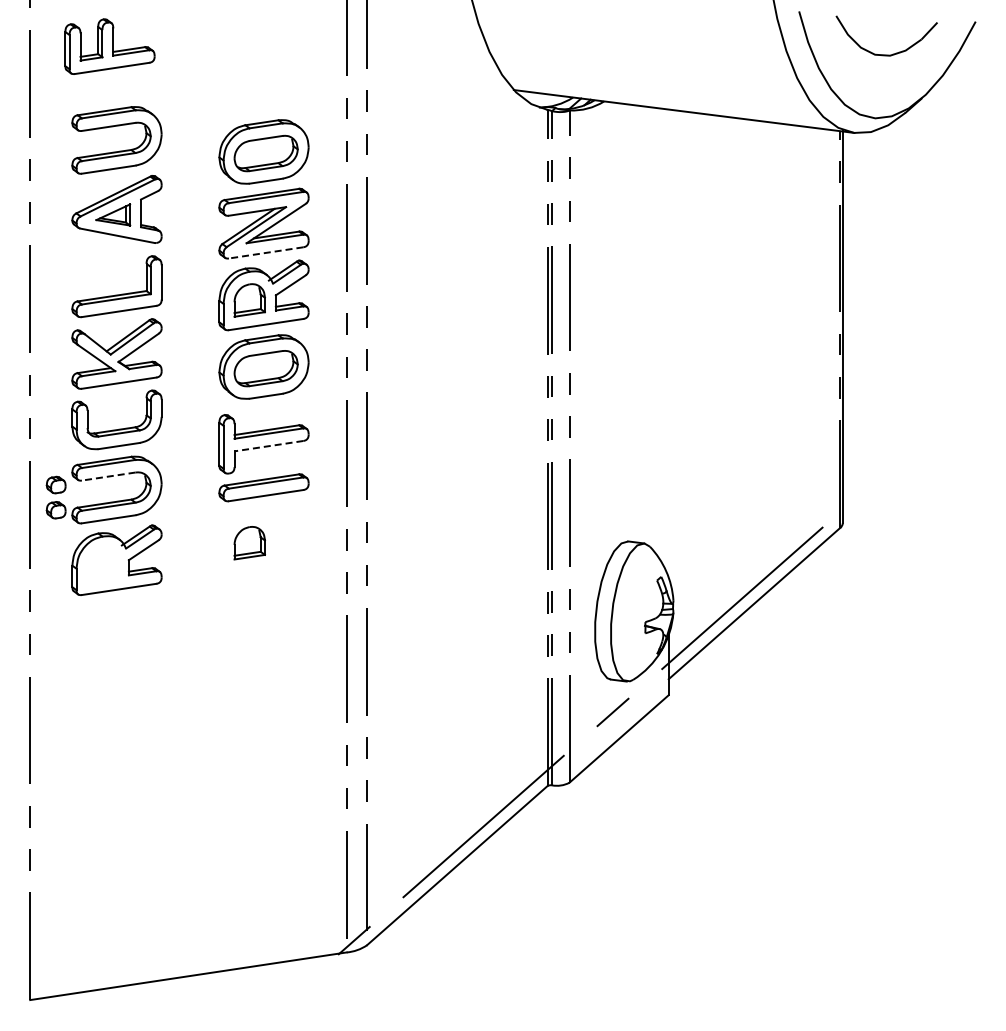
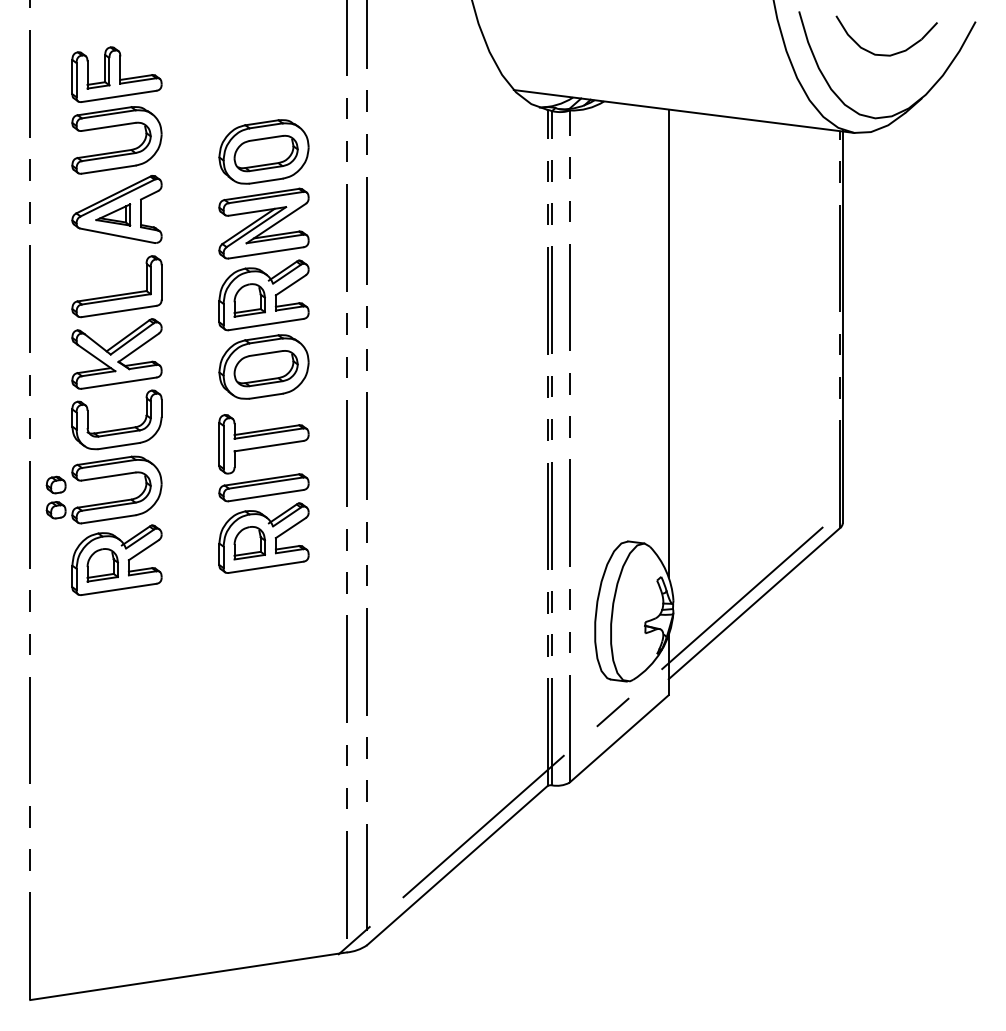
part at (109, 46) position: (109, 46) -> (116, 74)
line at (266, 252): dashed -> solid
line at (668, 343): none -> present
line at (268, 446): dashed -> solid
line at (108, 476): dashed -> solid
part at (263, 537): none -> present
part at (102, 565): none -> present
